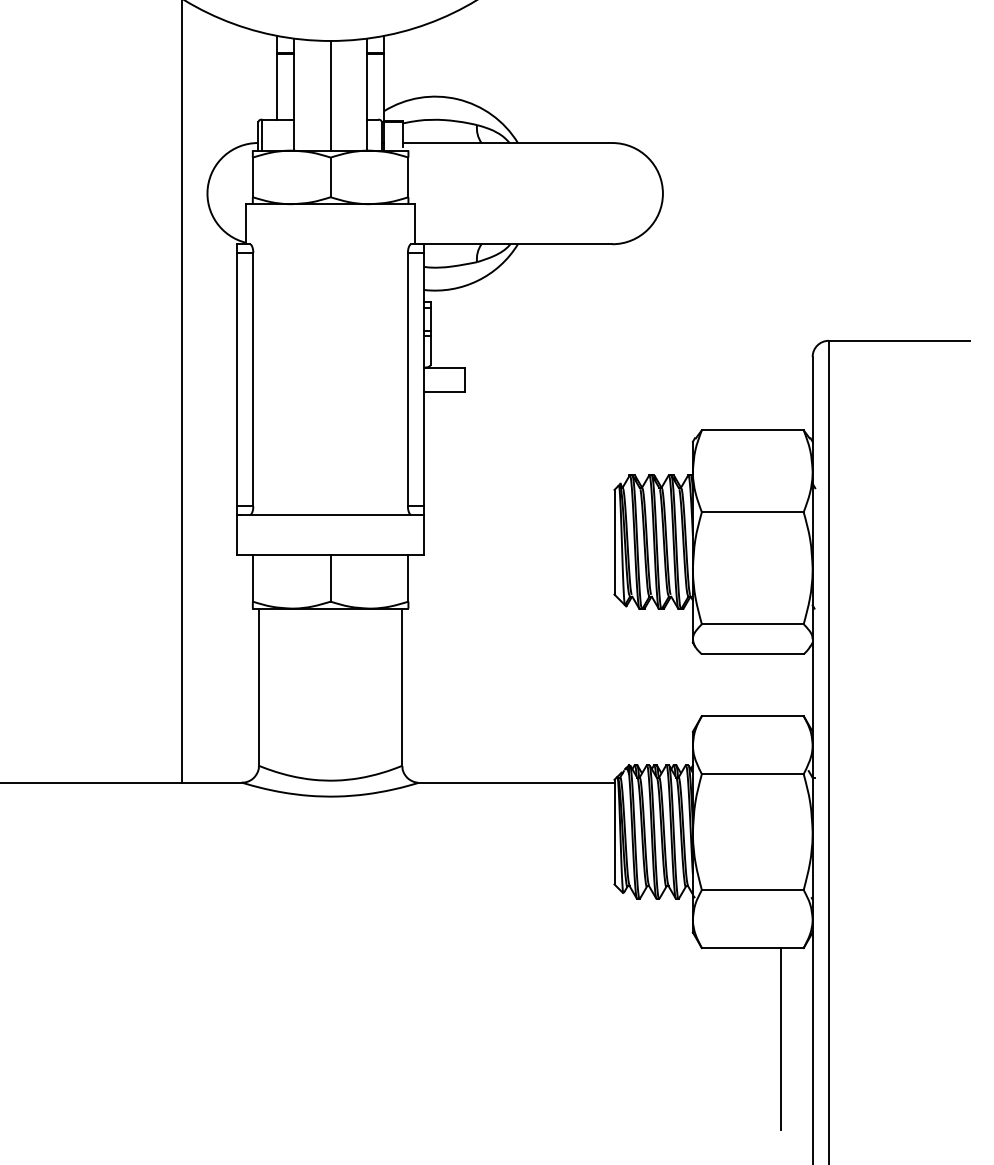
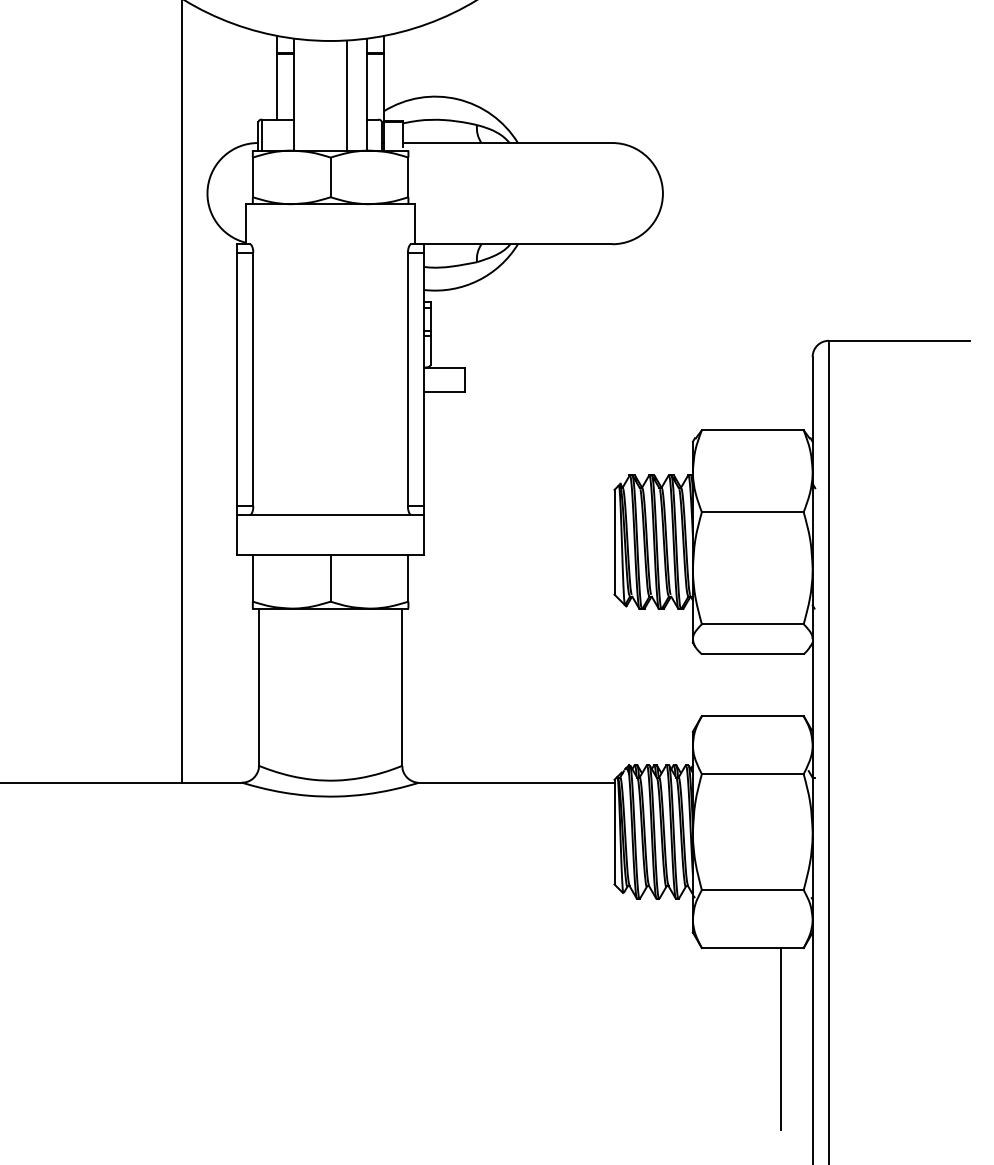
line at (330, 95) position: (330, 95) -> (346, 95)
